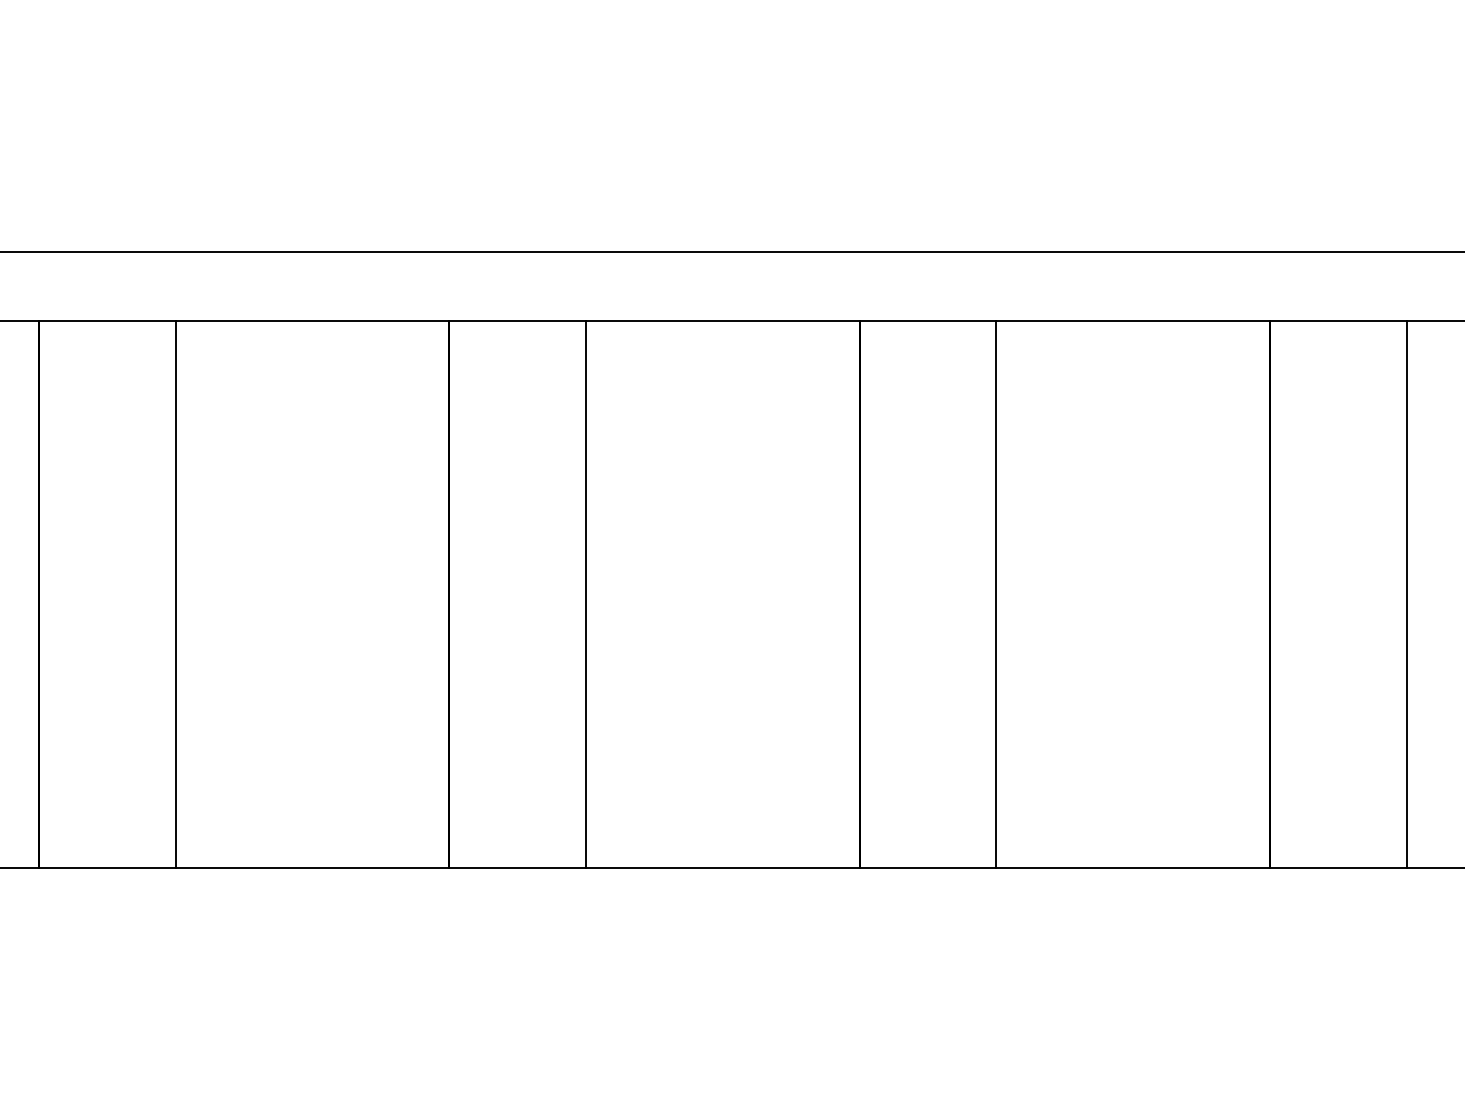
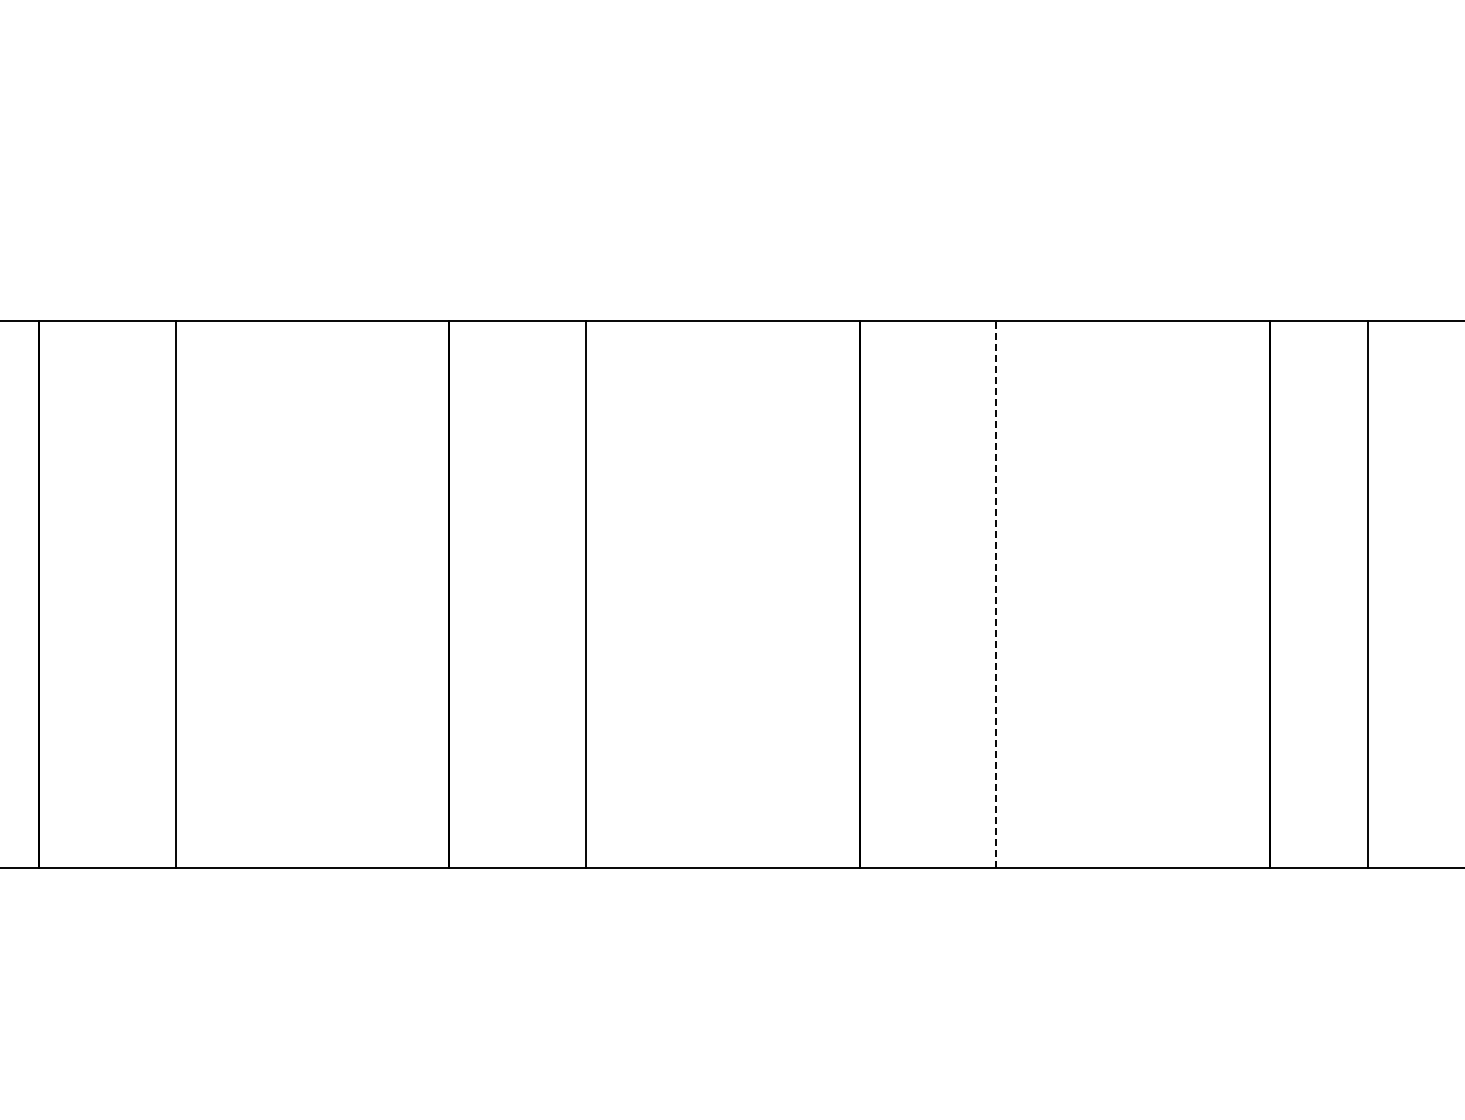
line at (731, 252): present -> none
line at (996, 593): solid -> dashed
line at (1406, 593) position: (1406, 593) -> (1367, 593)
